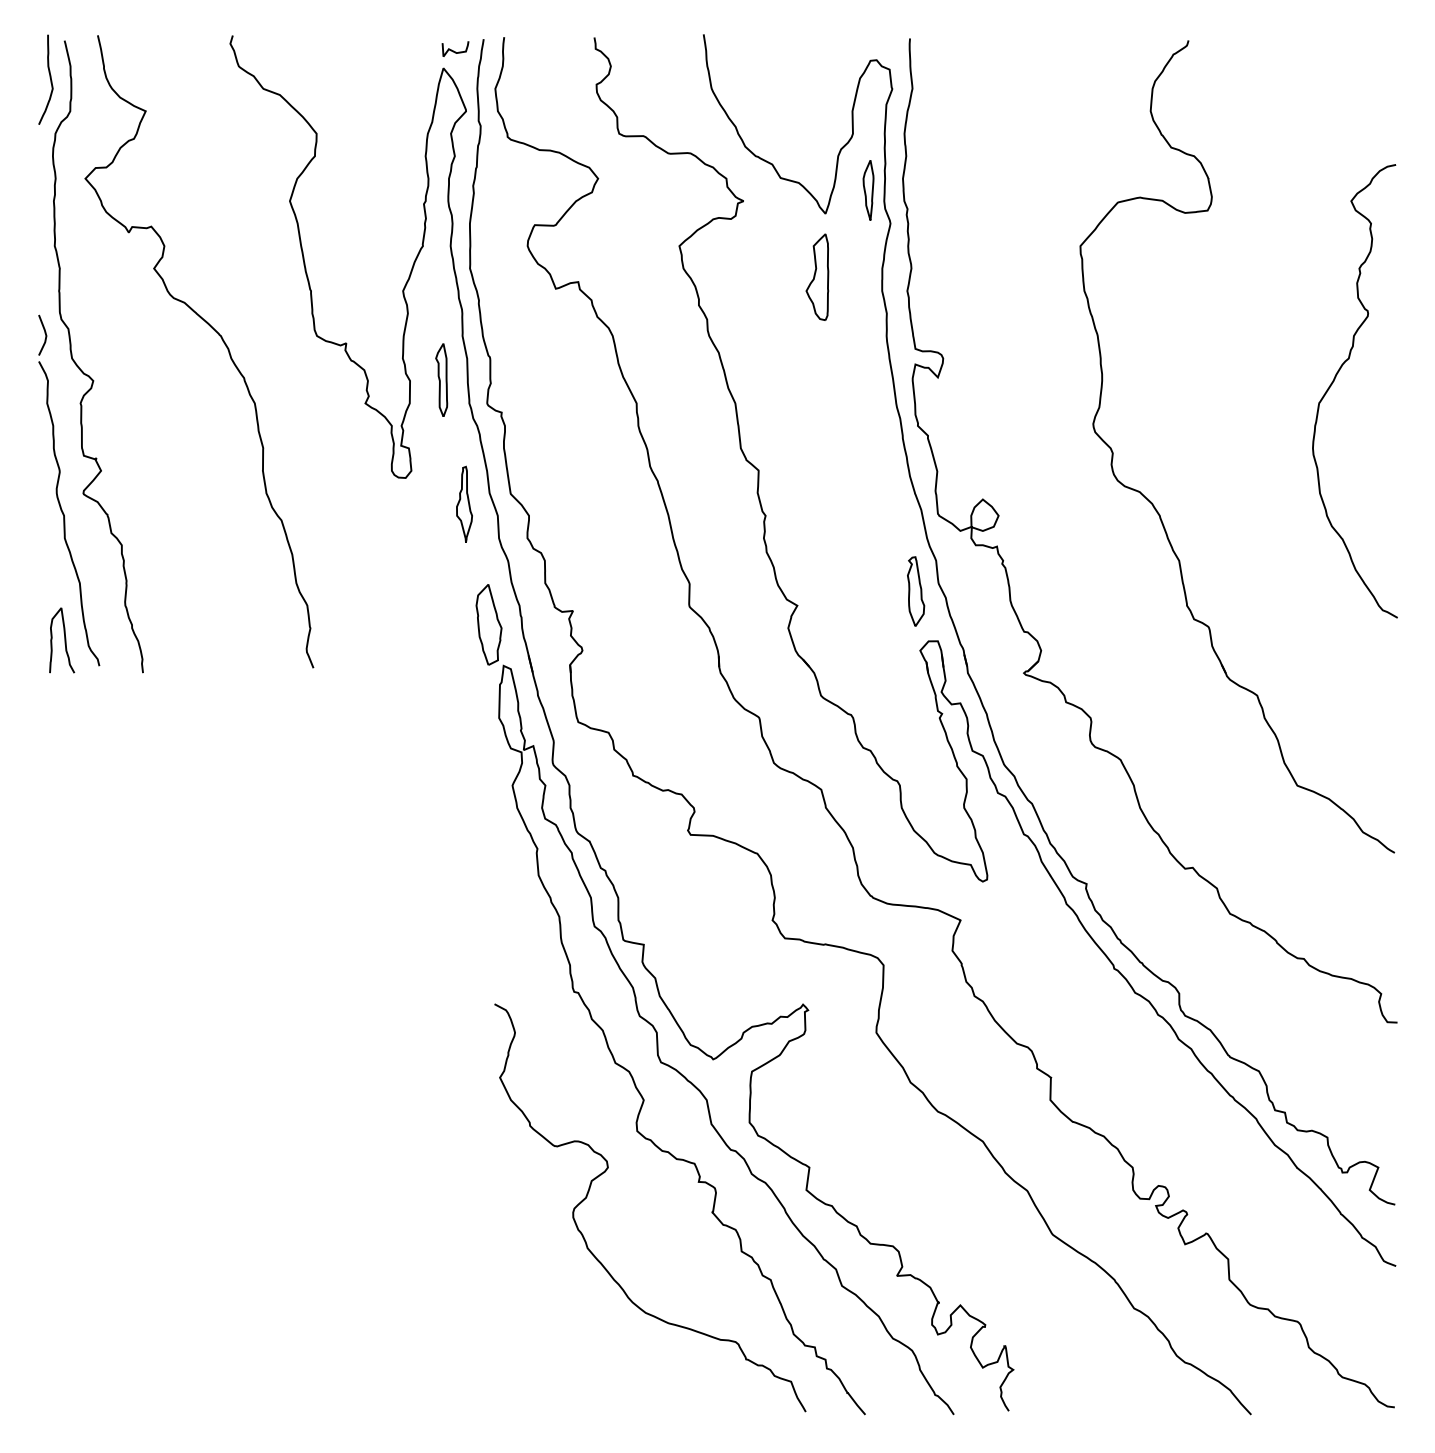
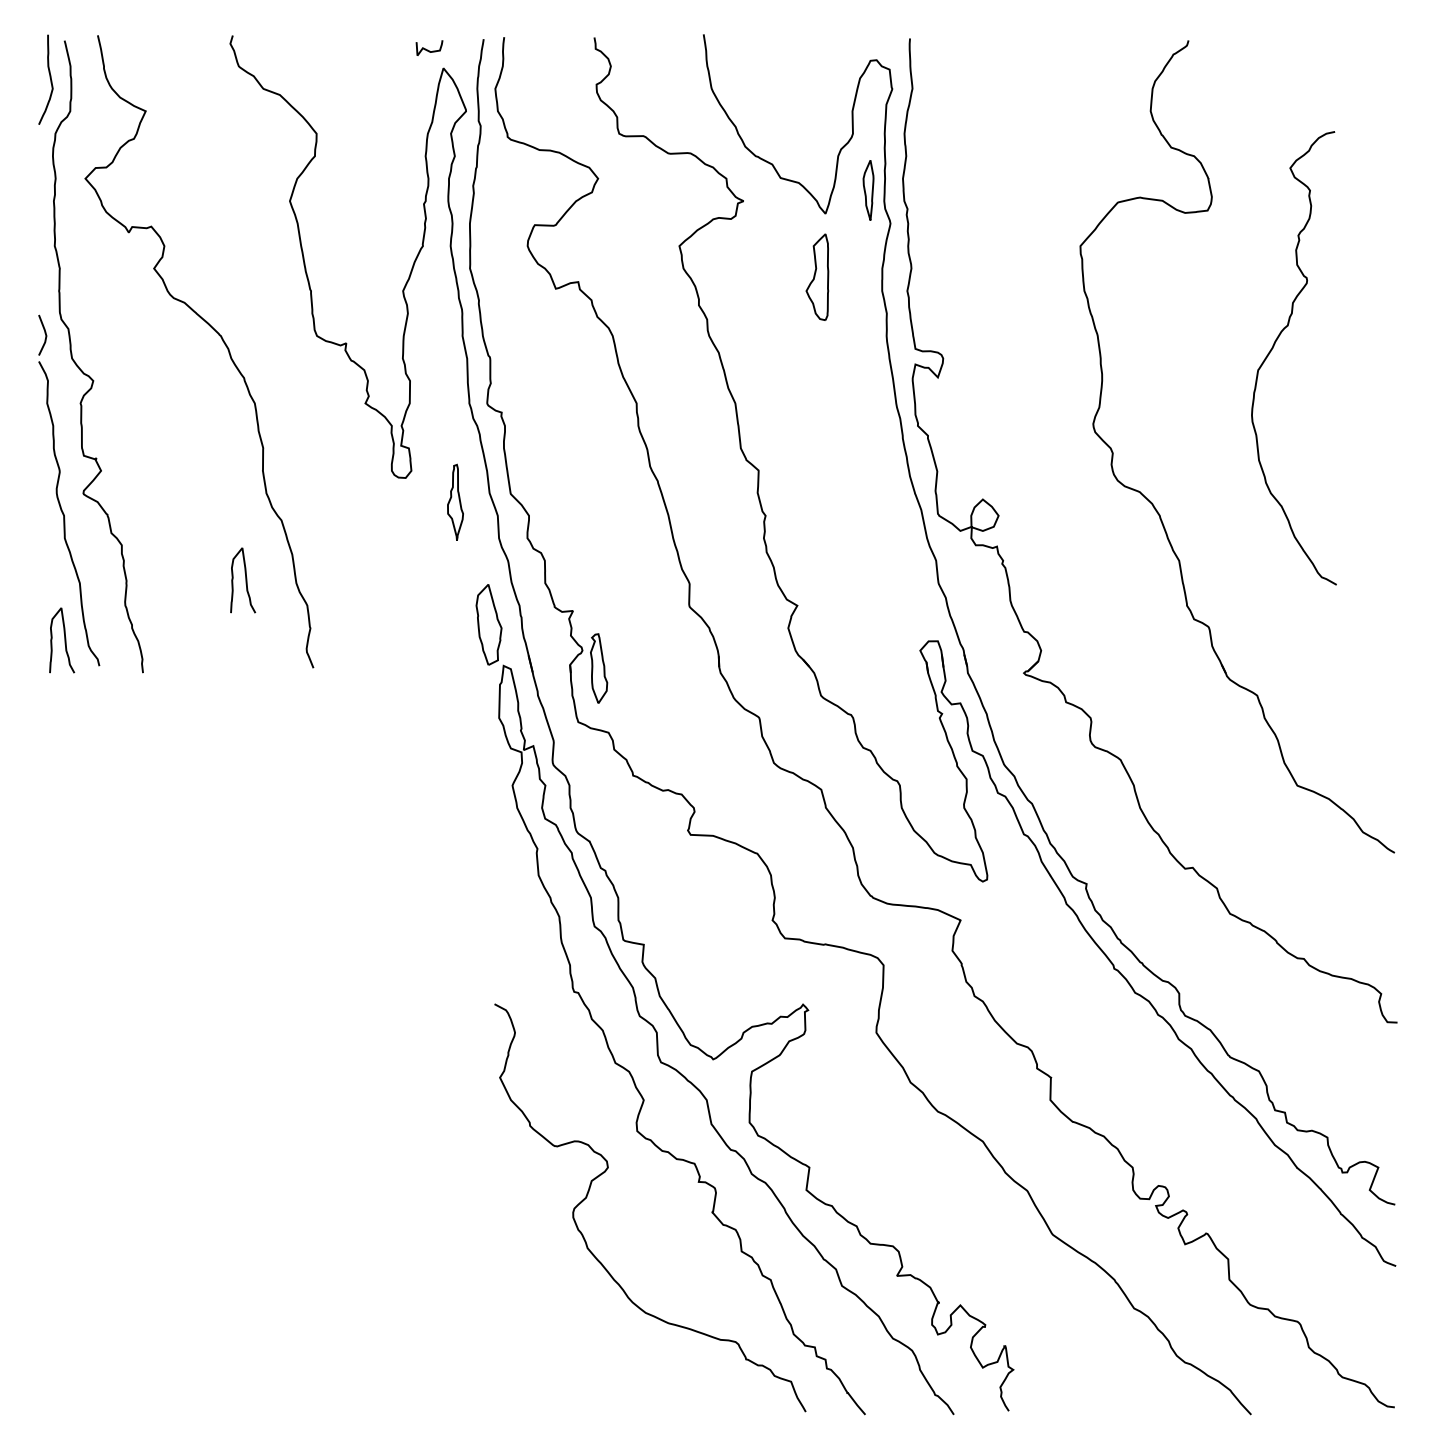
curve at (453, 50) position: (453, 50) -> (427, 49)
part at (441, 379): present -> none
curve at (1334, 381) position: (1334, 381) -> (1273, 348)
part at (464, 503) position: (464, 503) -> (455, 501)
curve at (245, 580): none -> present
part at (916, 591) position: (916, 591) -> (599, 668)
